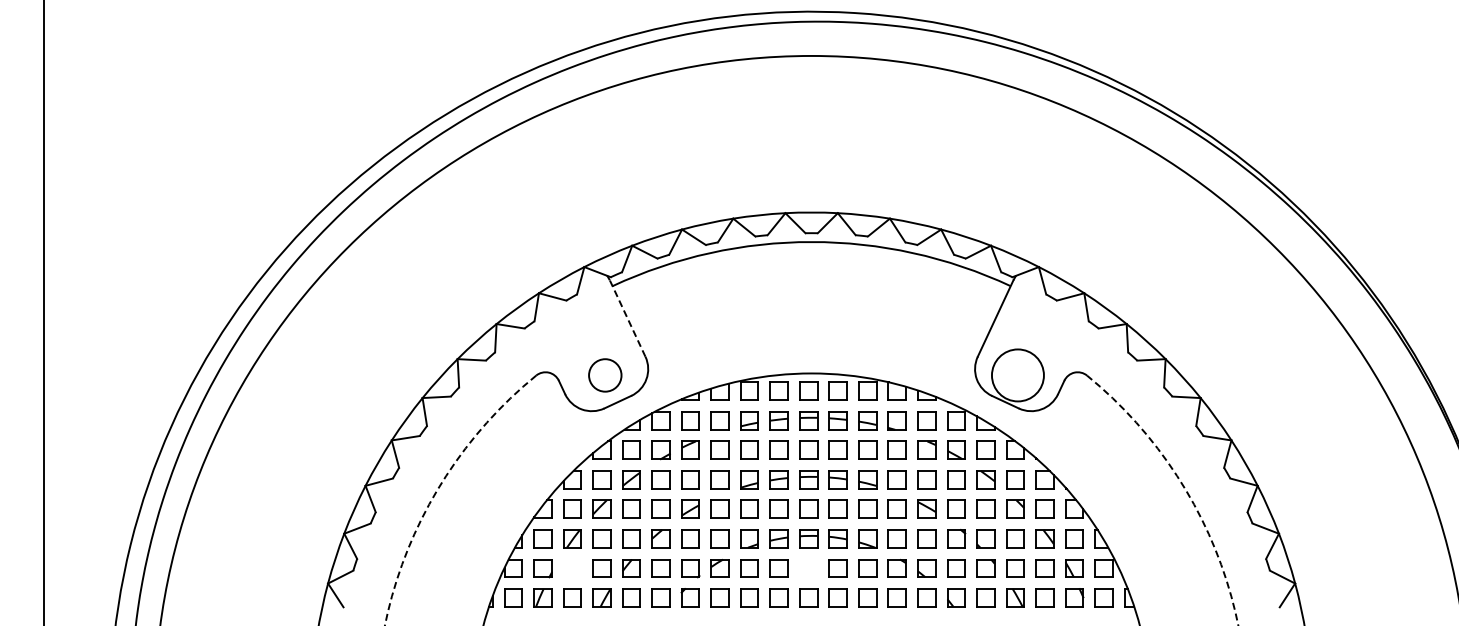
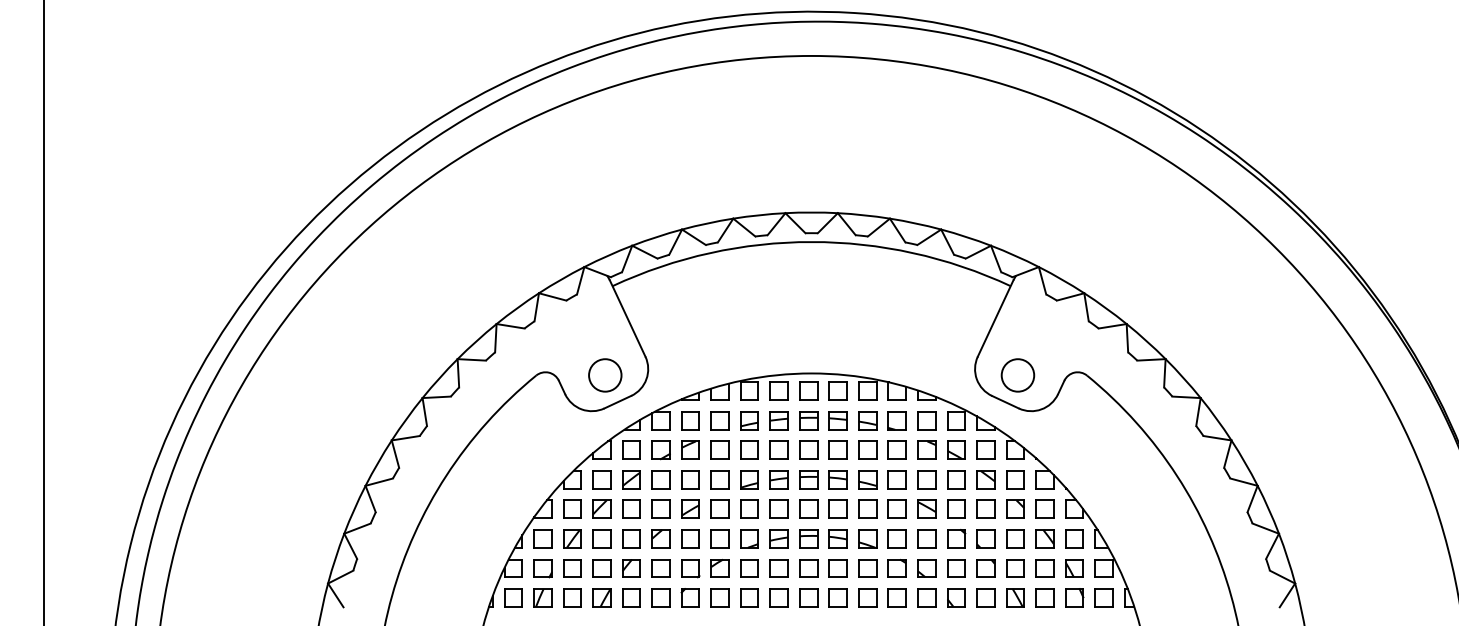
line at (627, 318): dashed -> solid
circle at (1017, 375) diameter: 52 px -> 32 px
part at (572, 568): none -> present
part at (808, 568): none -> present
arc at (1238, 625): dashed -> solid
